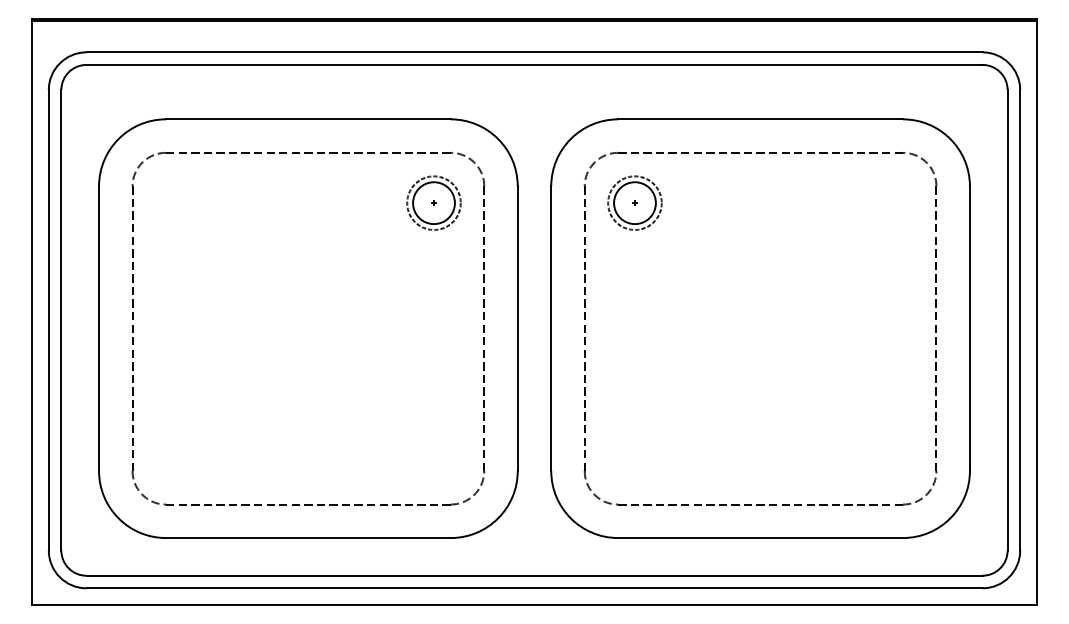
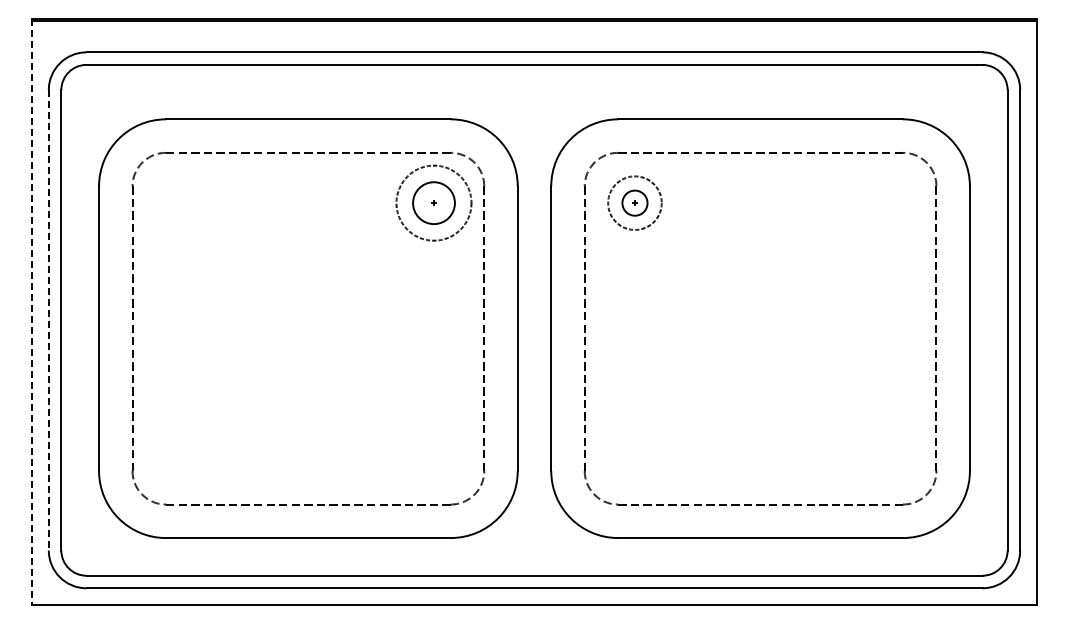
circle at (433, 202) diameter: 54 px -> 75 px
circle at (634, 203) diameter: 42 px -> 25 px
line at (32, 312): solid -> dashed
line at (48, 320): solid -> dashed
